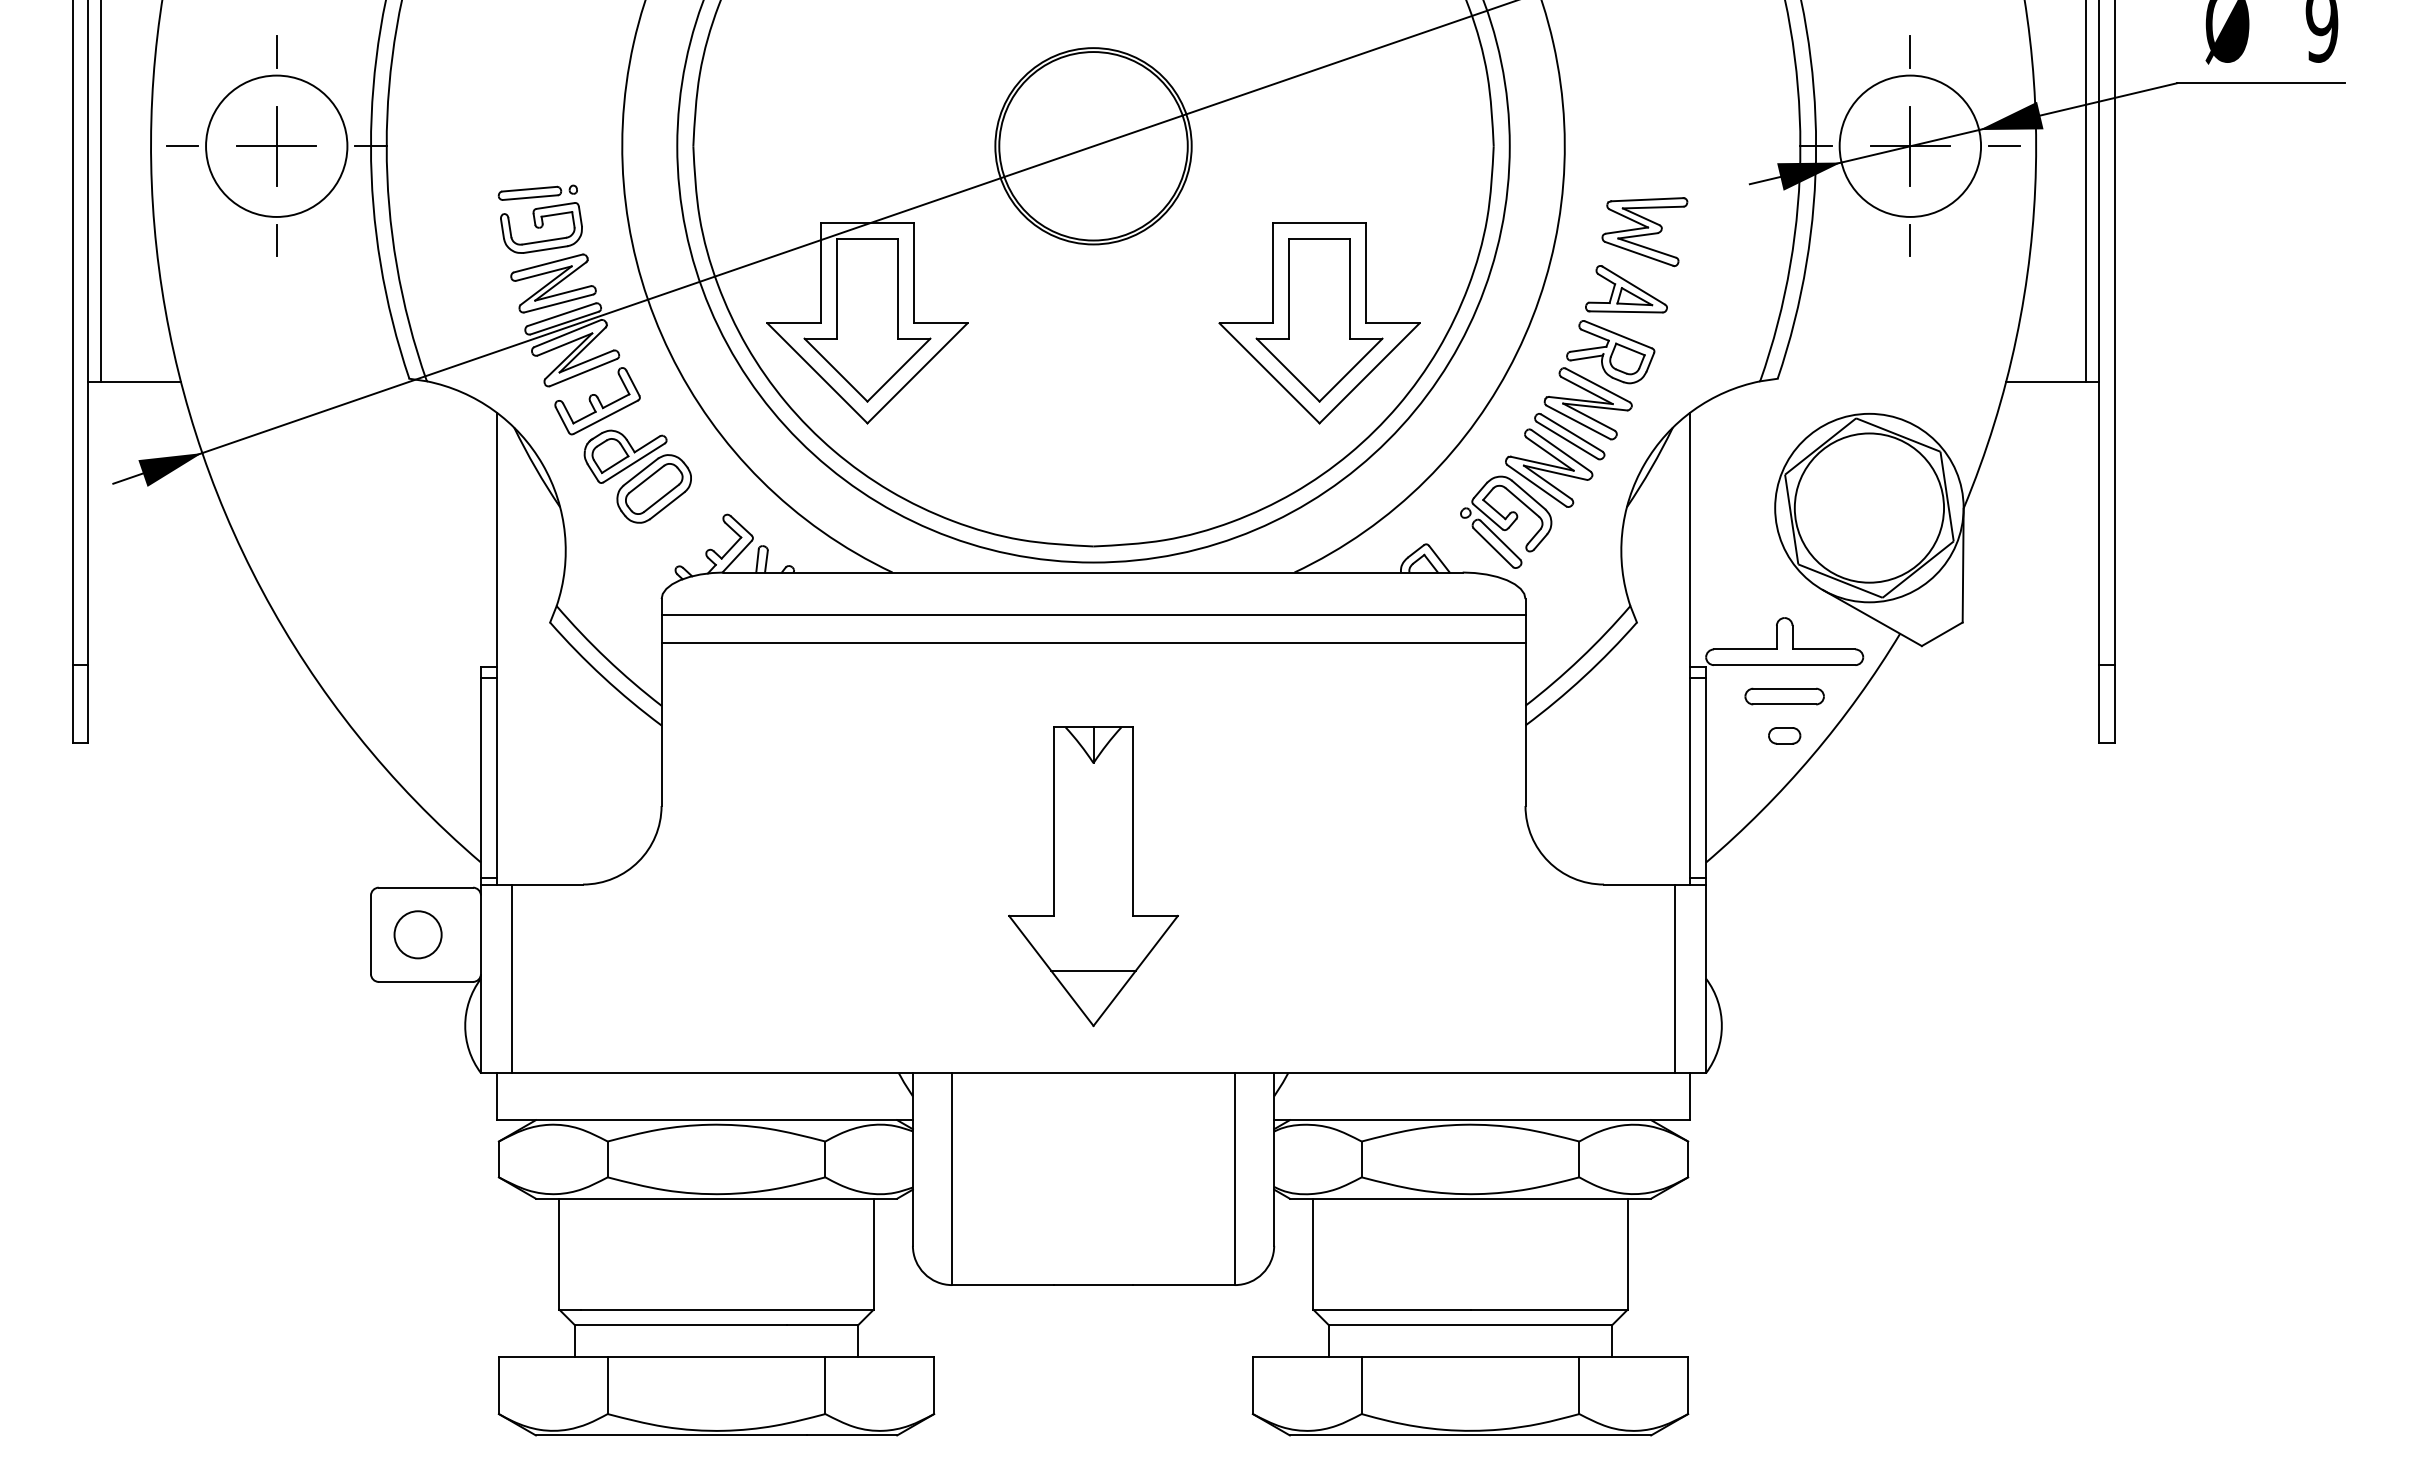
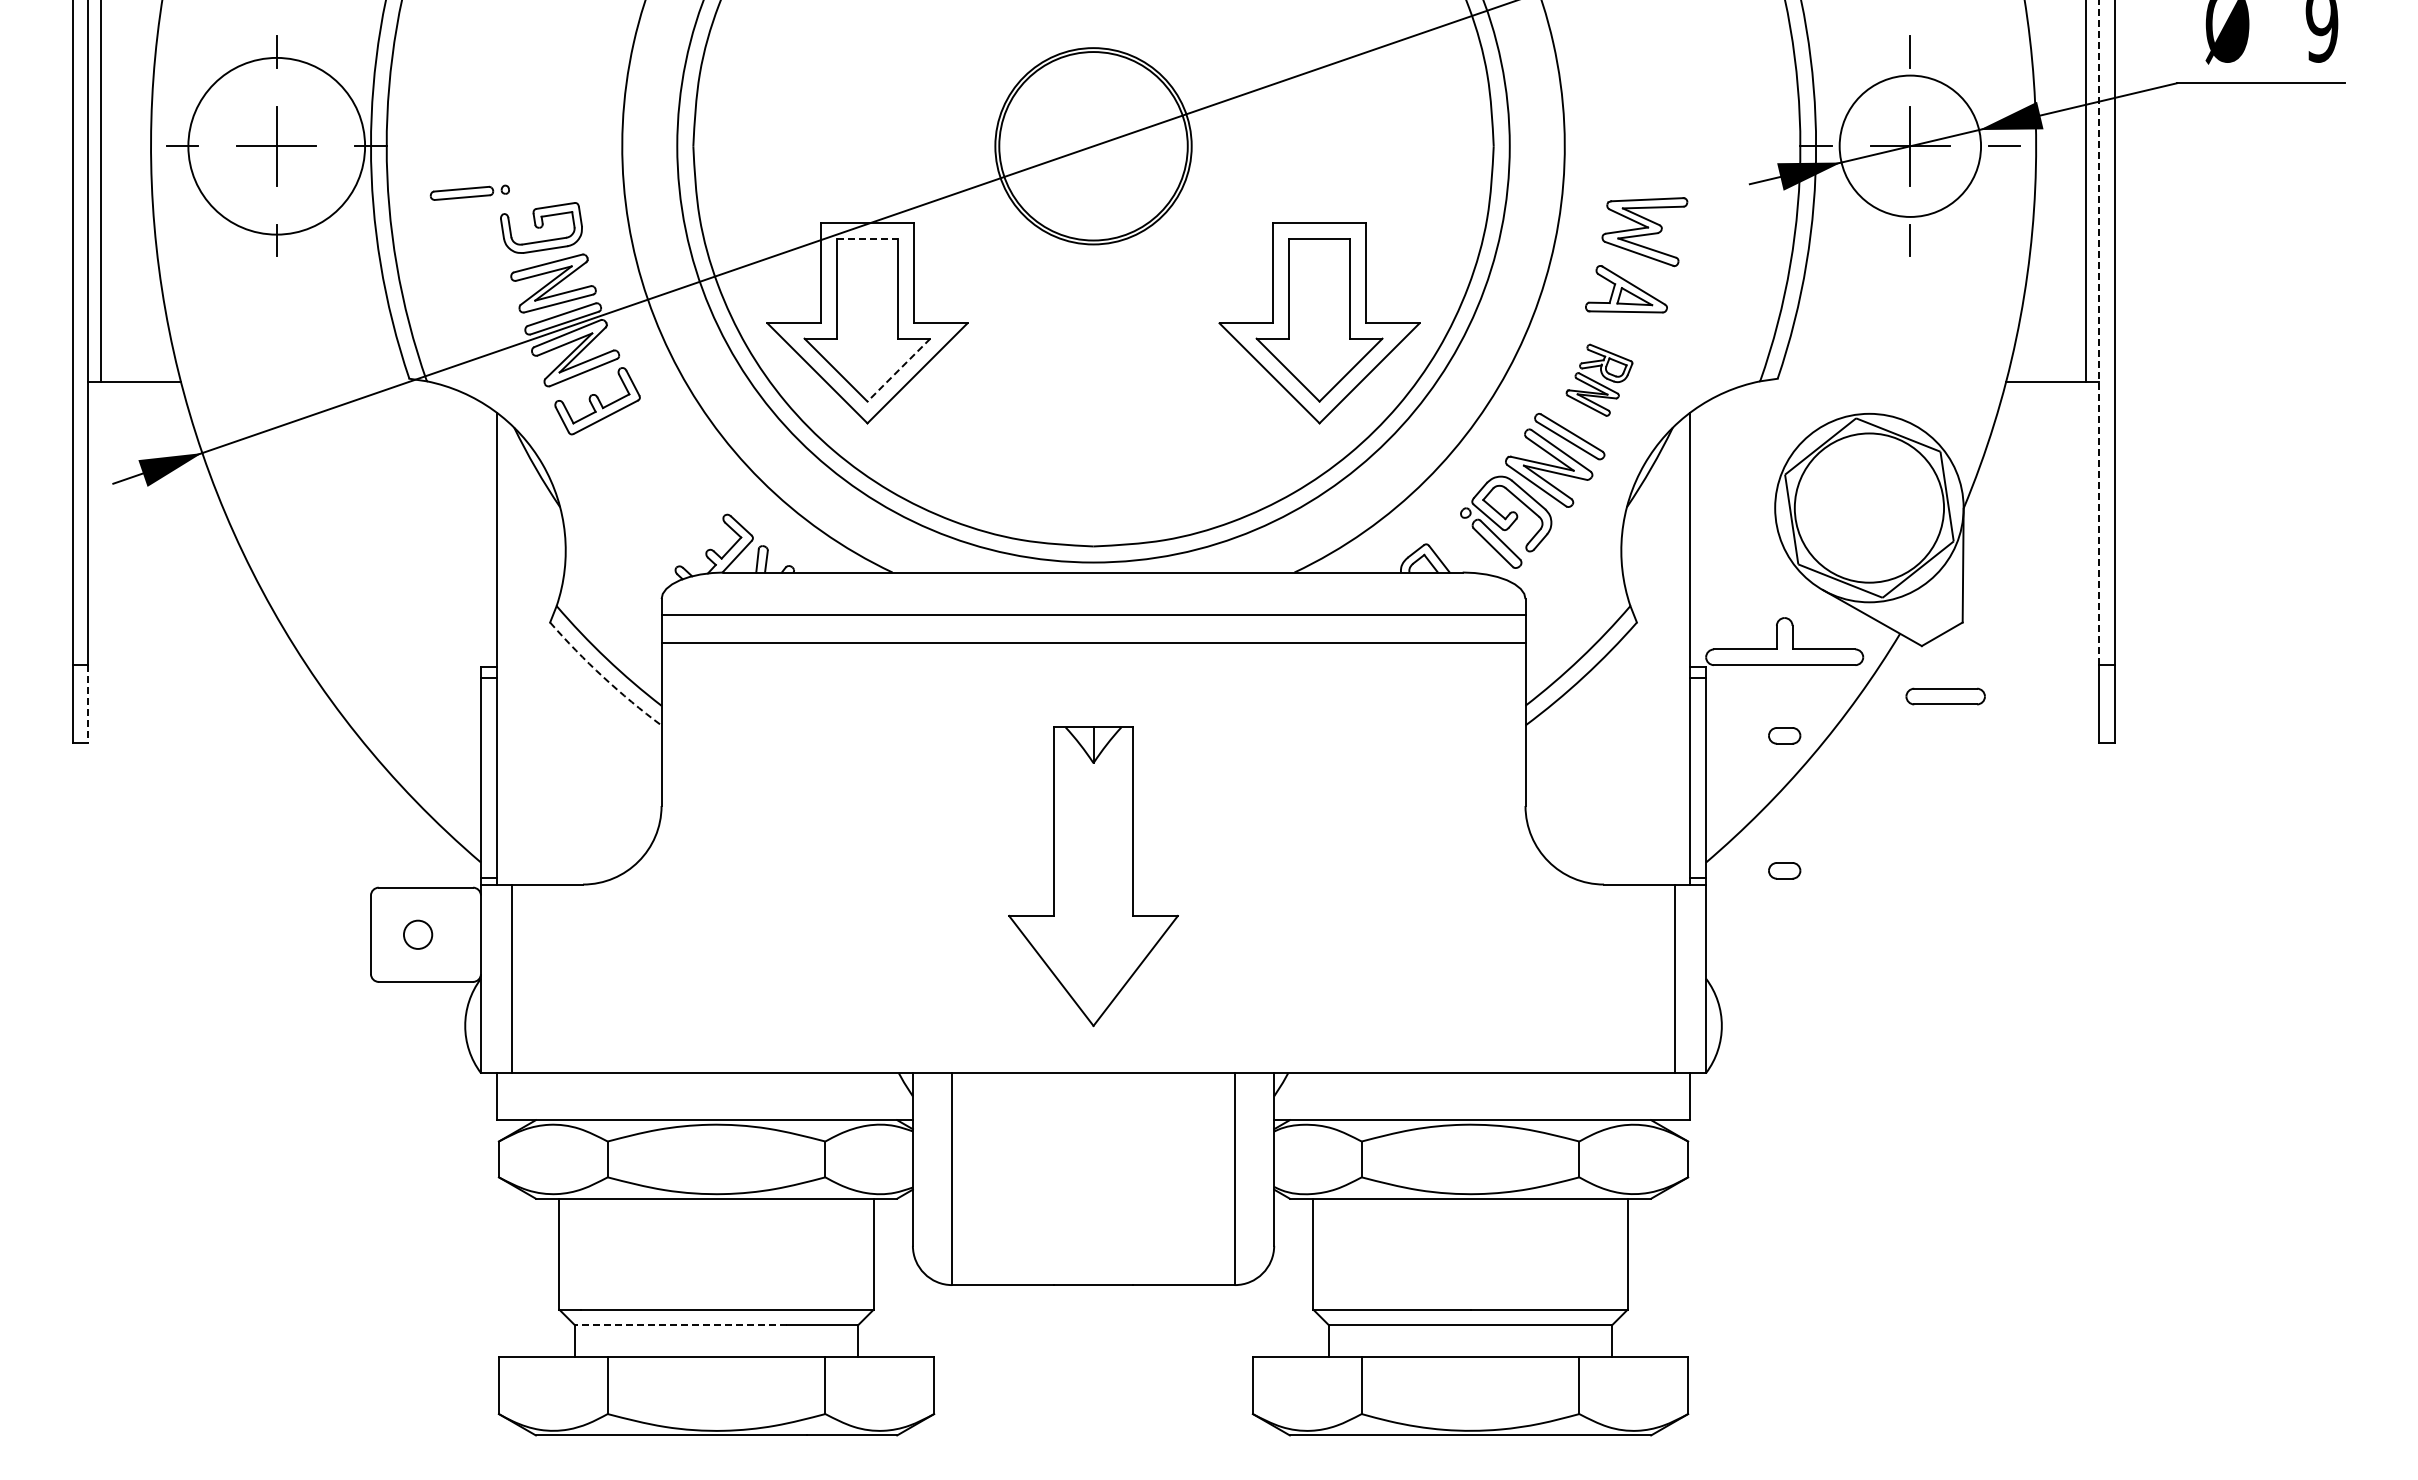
circle at (276, 145) diameter: 141 px -> 177 px
part at (537, 192) position: (537, 192) -> (469, 192)
line at (867, 238): solid -> dashed
line at (2098, 332): solid -> dashed
line at (898, 370): solid -> dashed
part at (1599, 380) size: 113x121 px -> 69x74 px
part at (637, 476): present -> none
arc at (603, 676): solid -> dashed
part at (1784, 696) position: (1784, 696) -> (1945, 696)
line at (88, 704): solid -> dashed
part at (1784, 870): none -> present
circle at (417, 934) diameter: 47 px -> 28 px
line at (1093, 970): present -> none
line at (680, 1325): solid -> dashed
